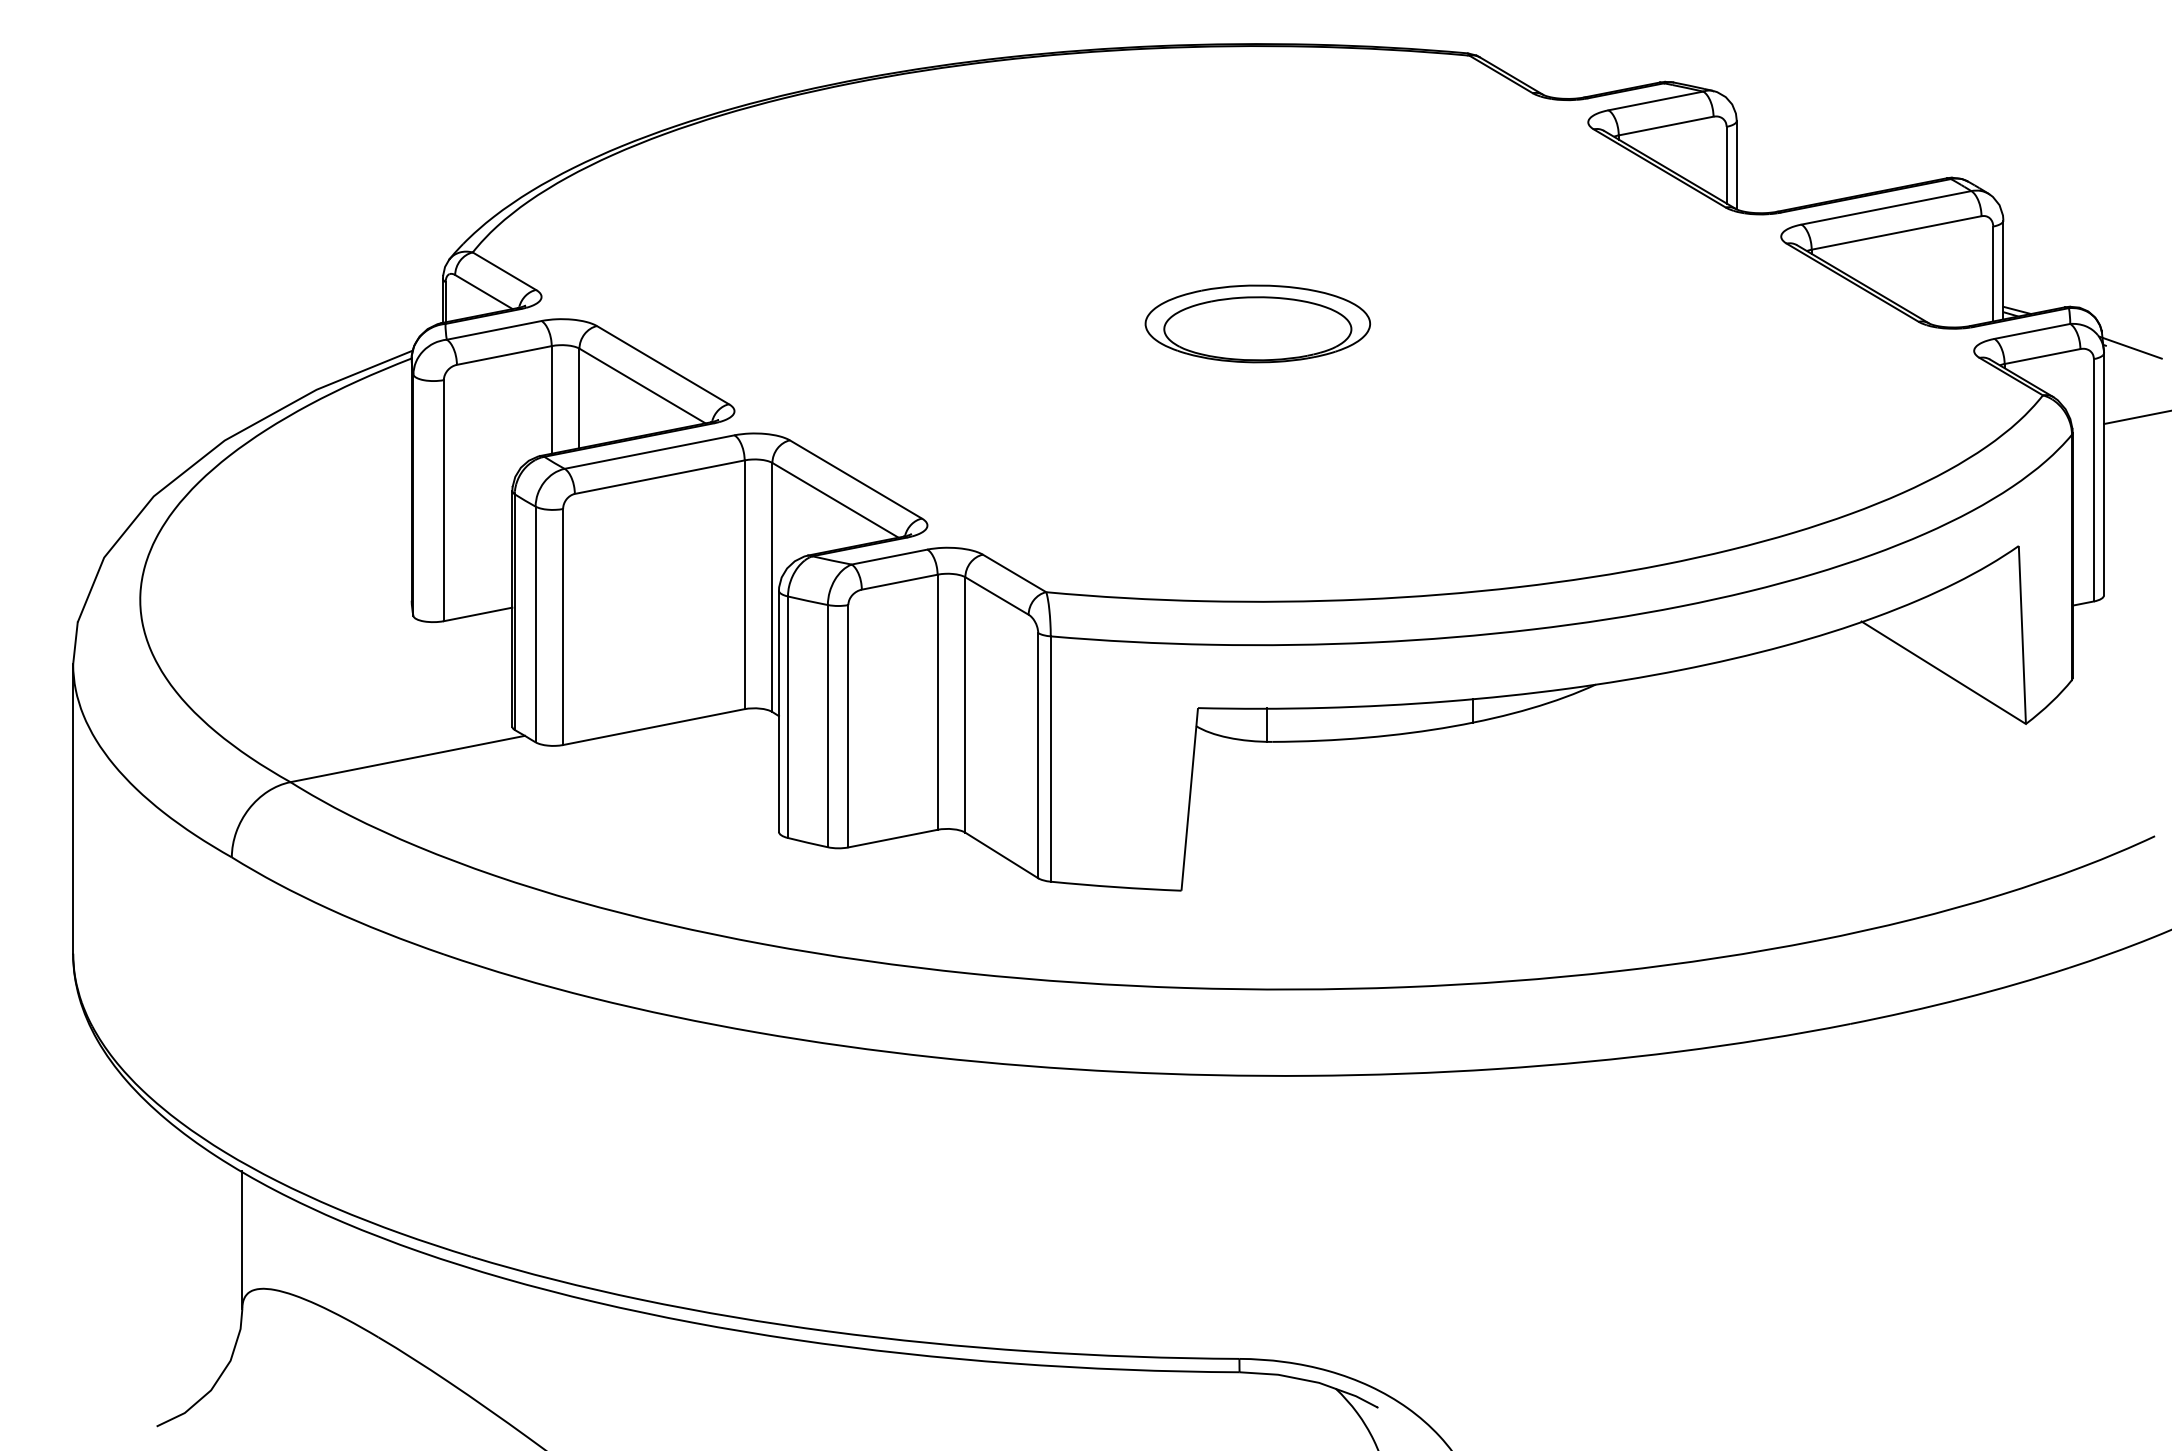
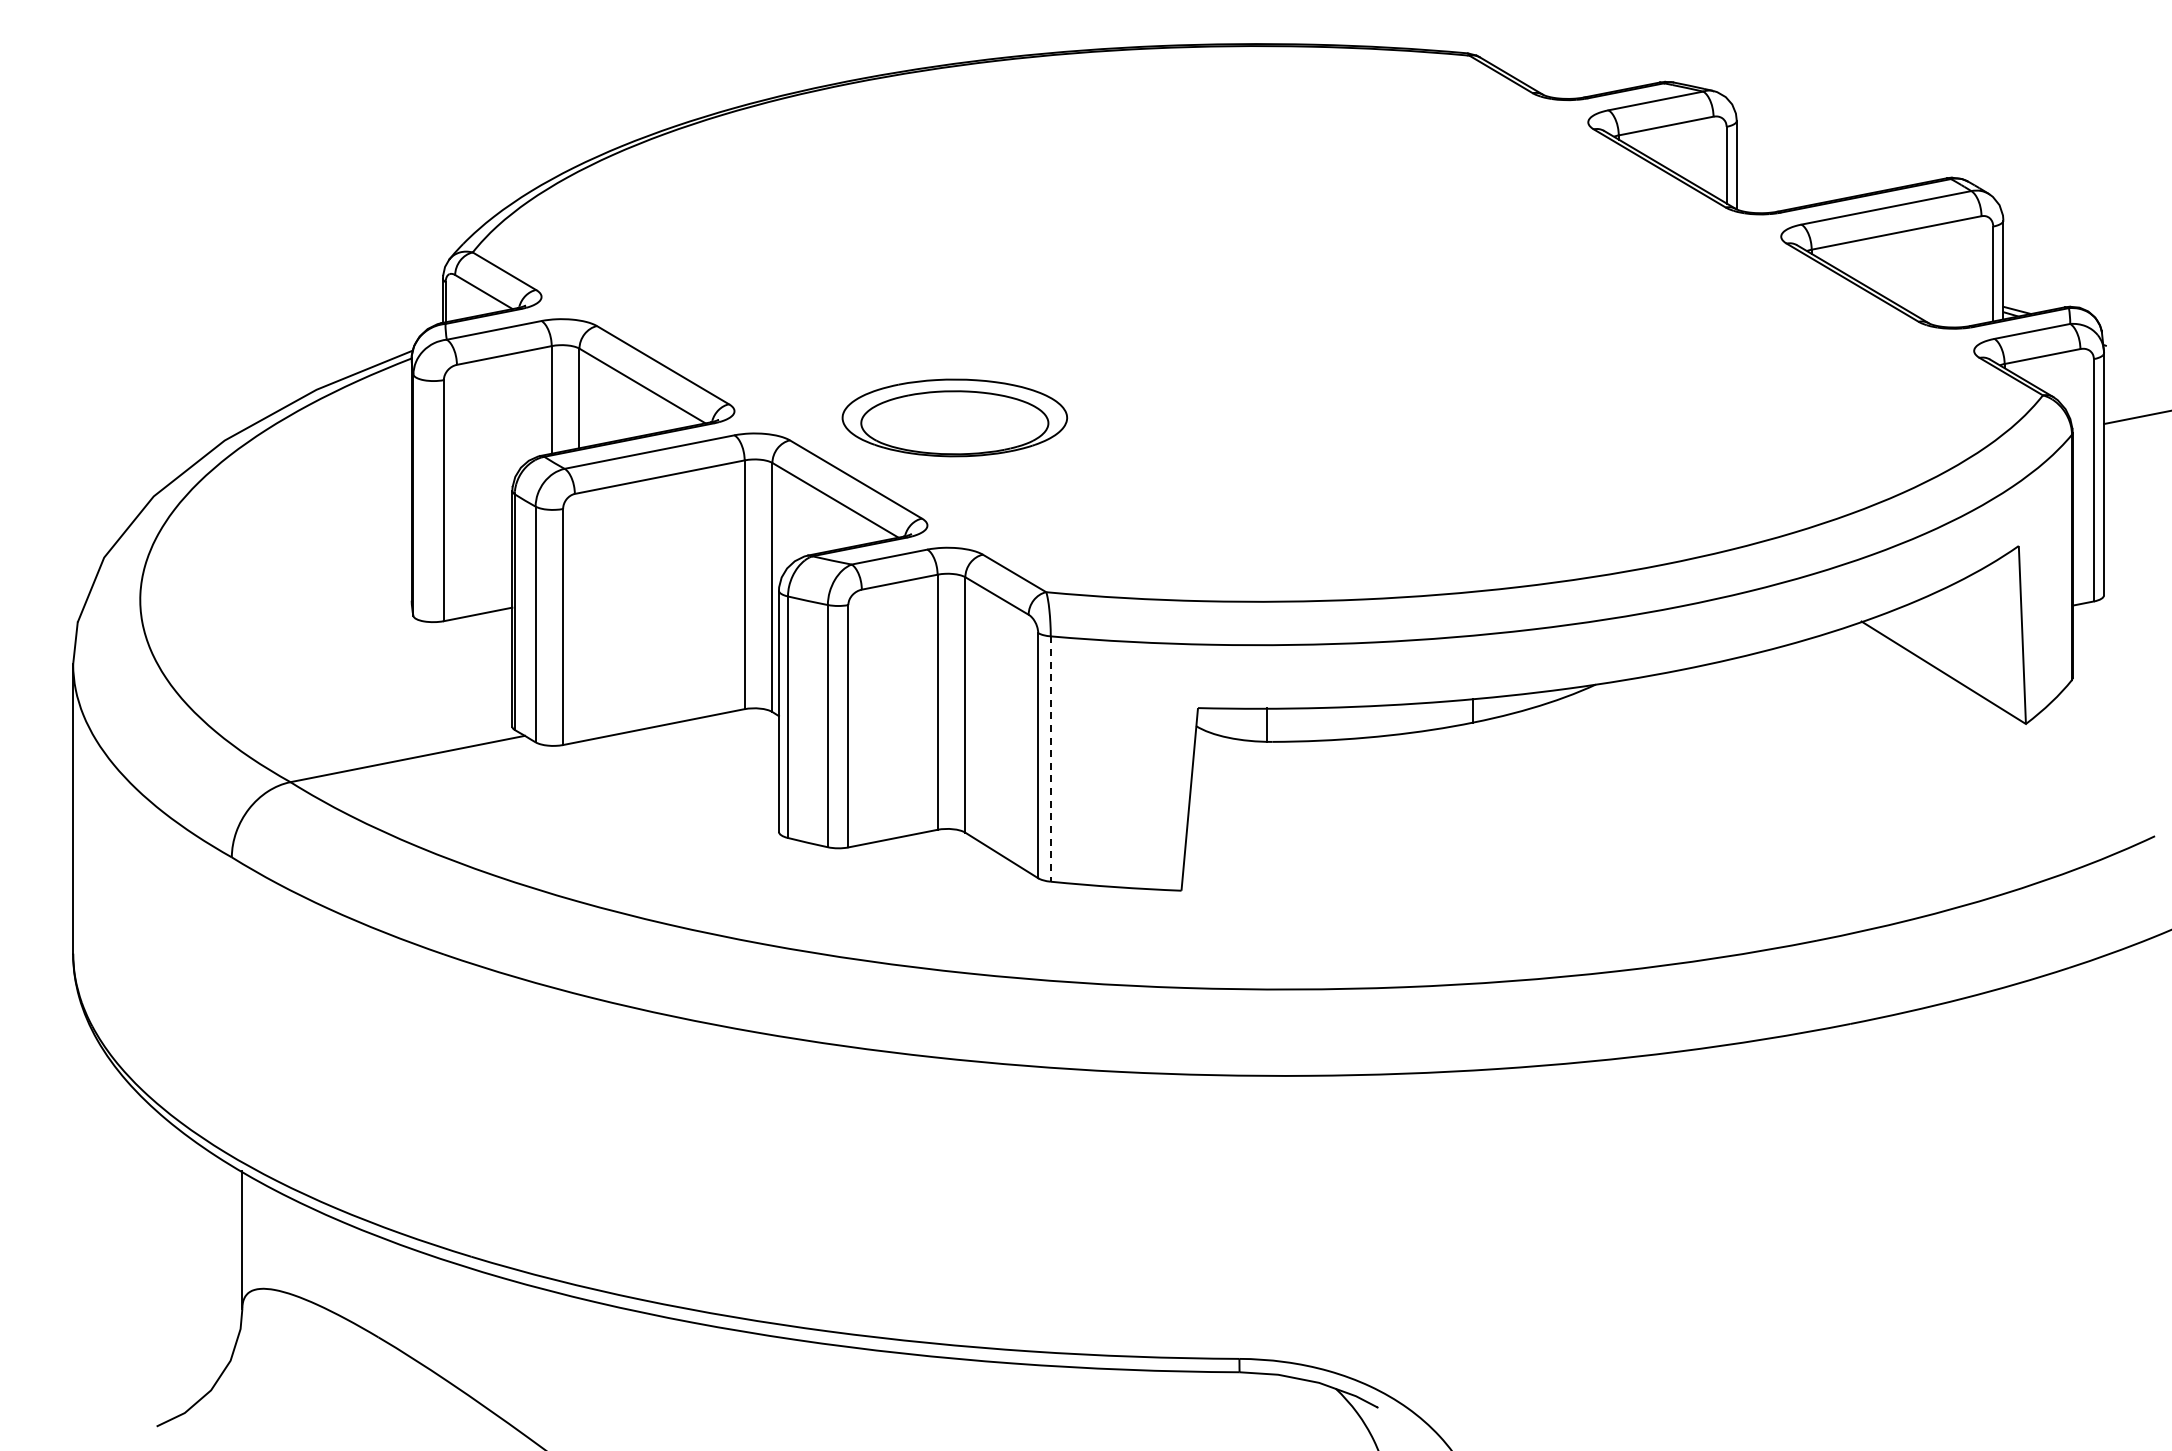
part at (1257, 323) position: (1257, 323) -> (954, 417)
line at (2130, 347): present -> none
line at (1050, 759): solid -> dashed
